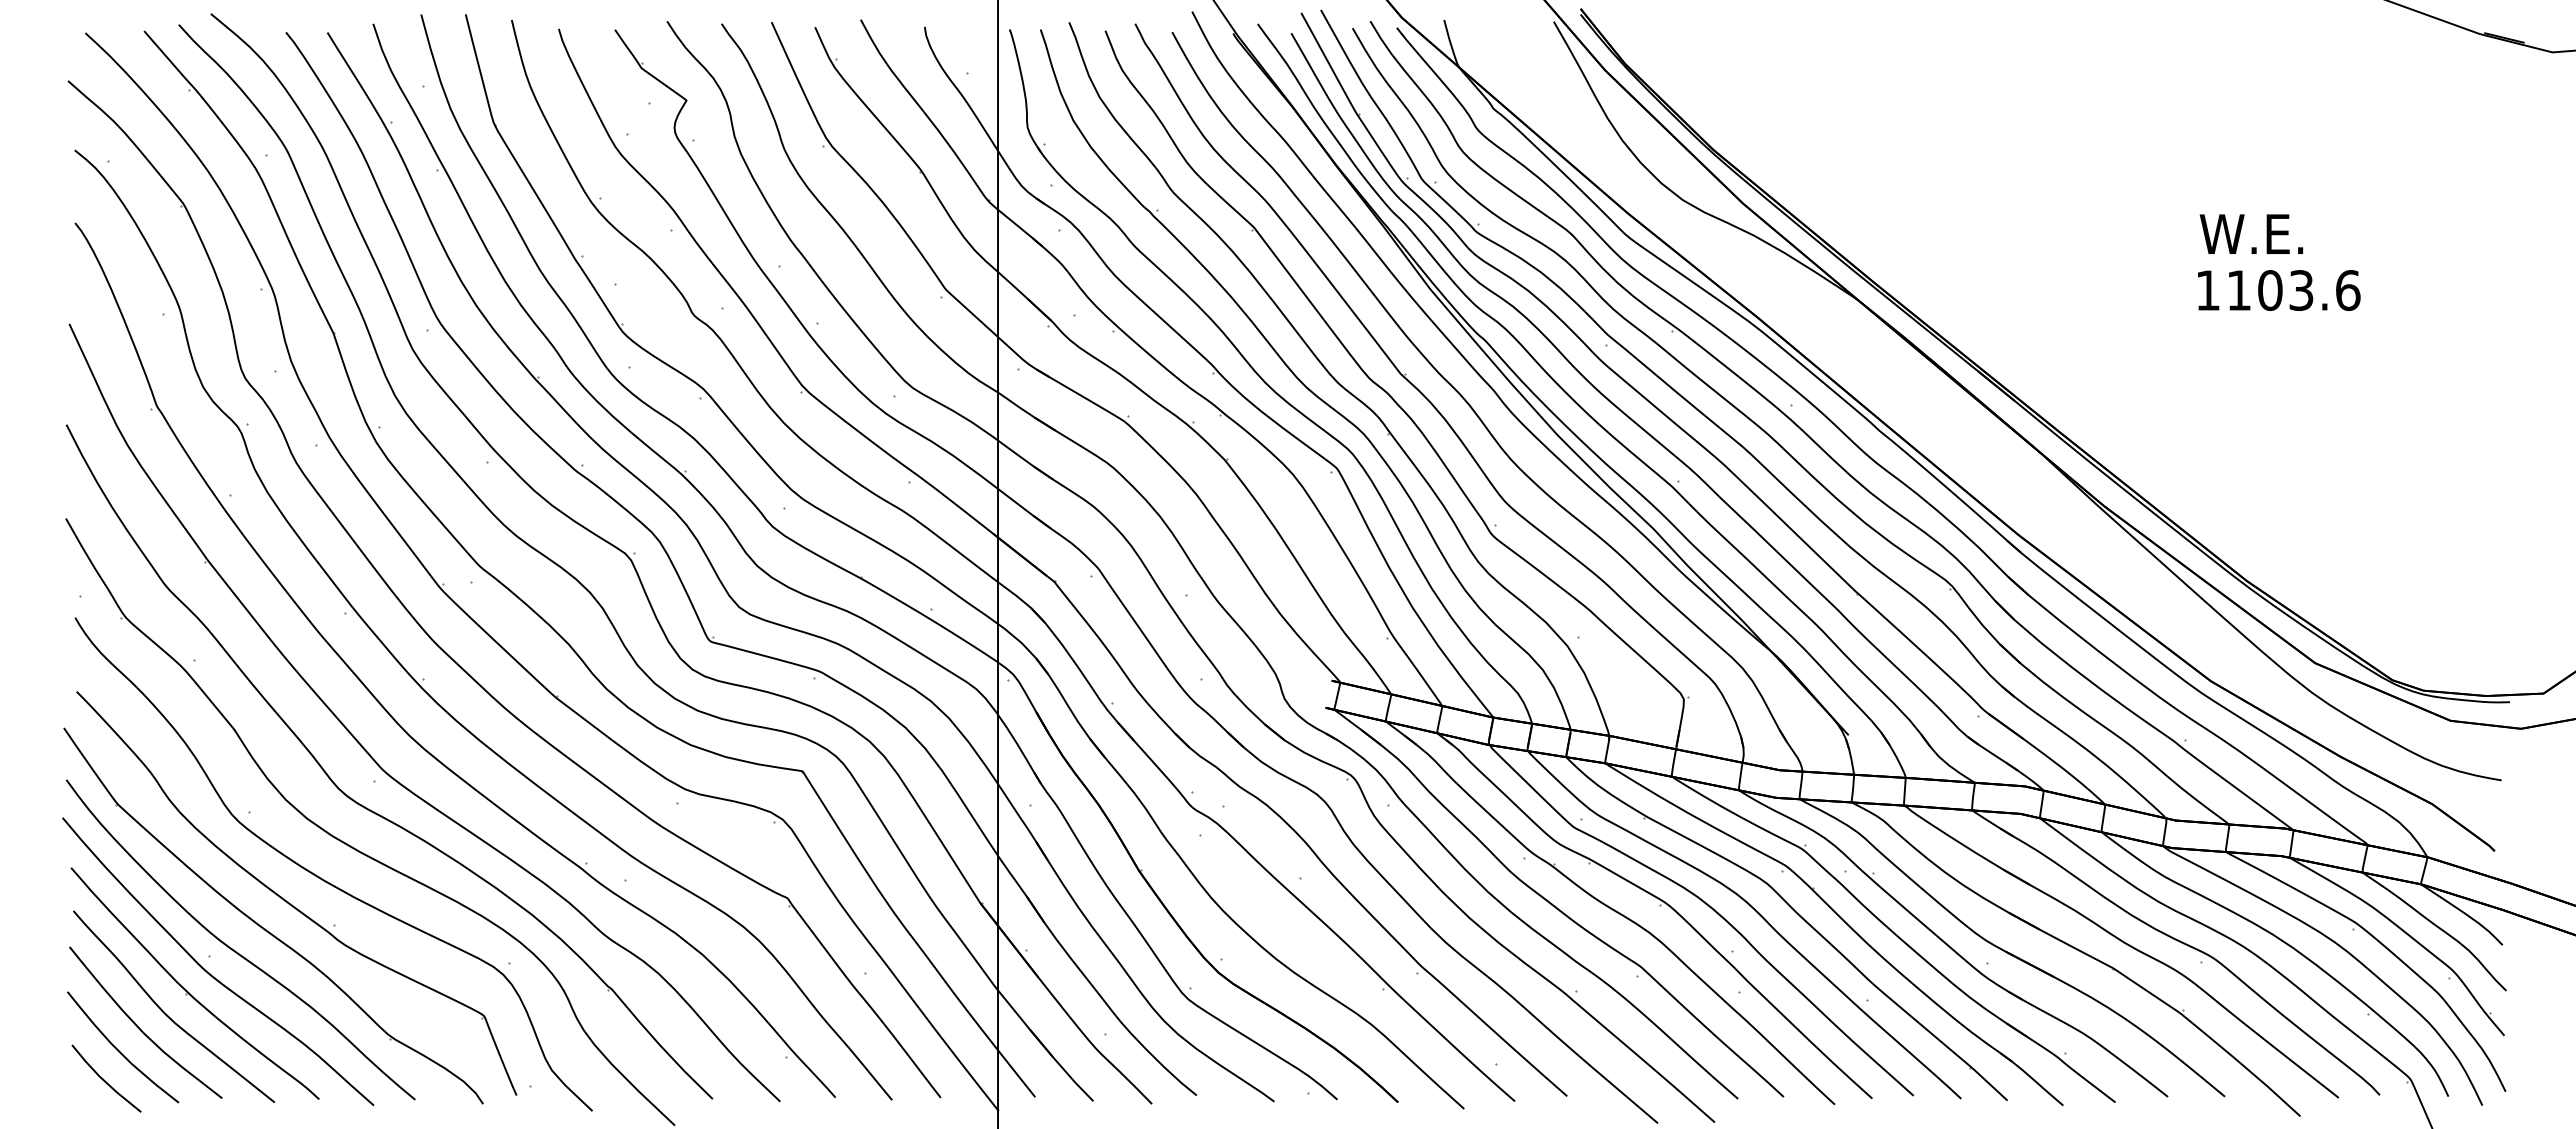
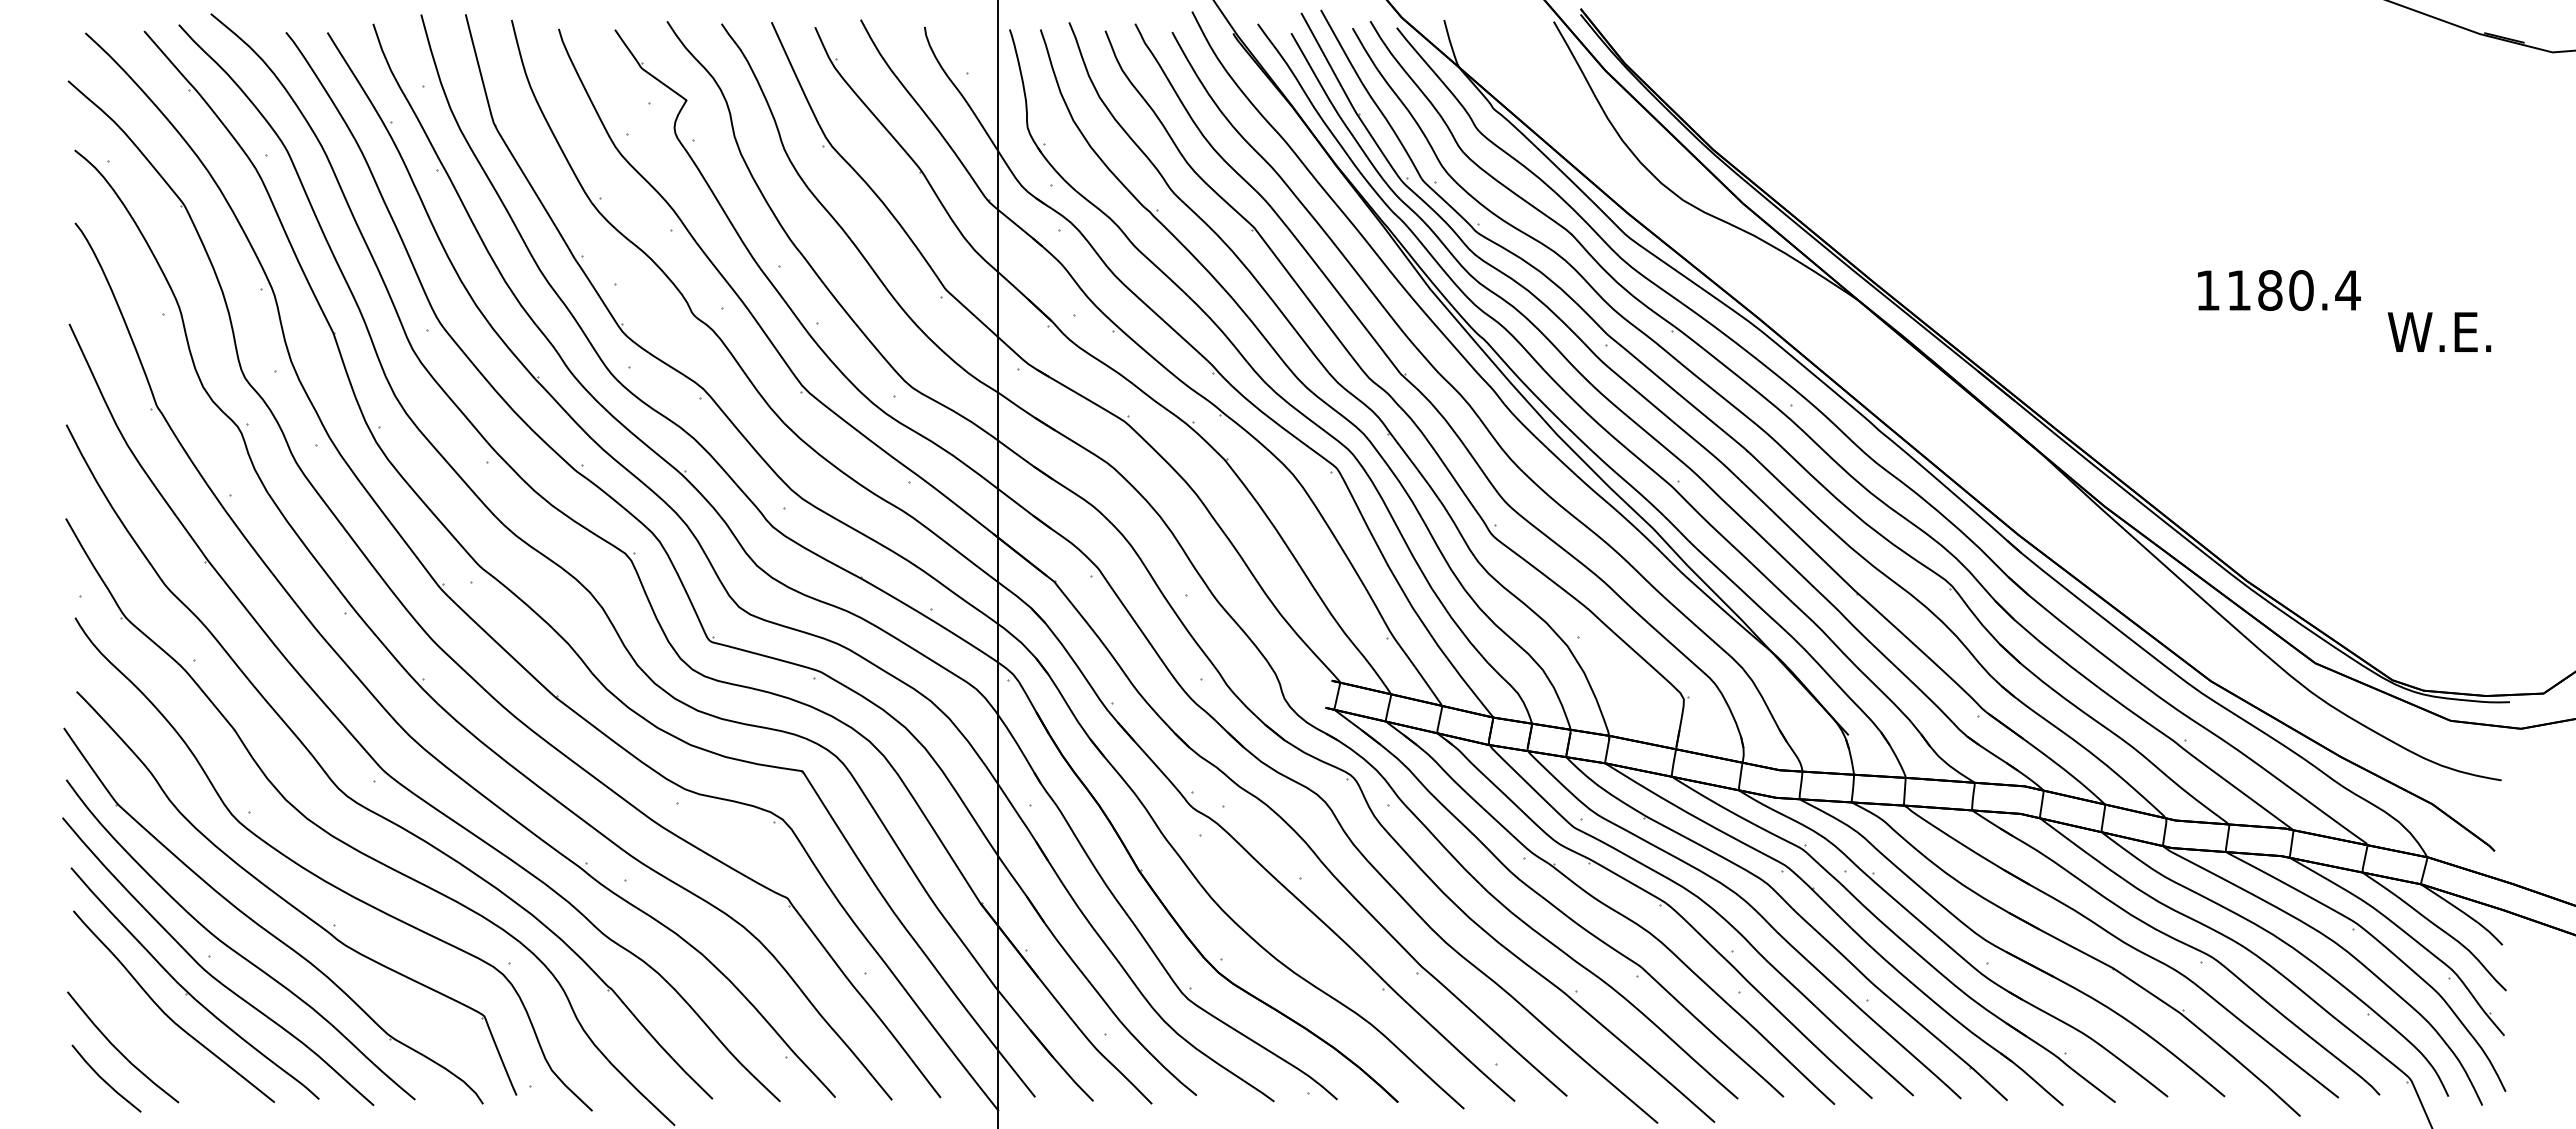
text at (2251, 233) position: (2251, 233) -> (2439, 331)
text at (2309, 290): 1103.6 -> 1180.4
curve at (139, 1027): present -> none
